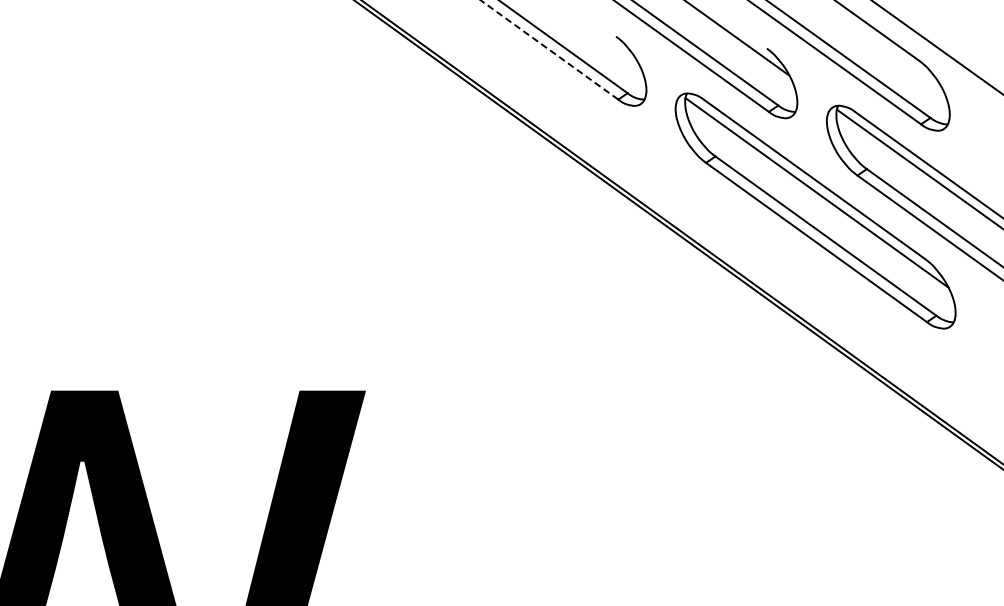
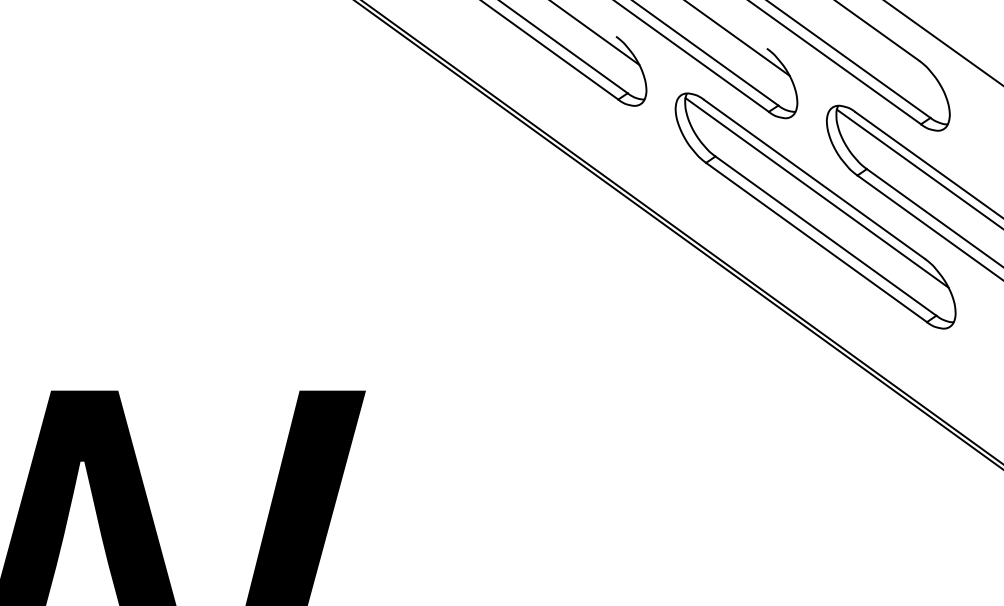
line at (595, 33): none -> present
line at (937, 47) position: (937, 47) -> (943, 42)
line at (549, 49): dashed -> solid
